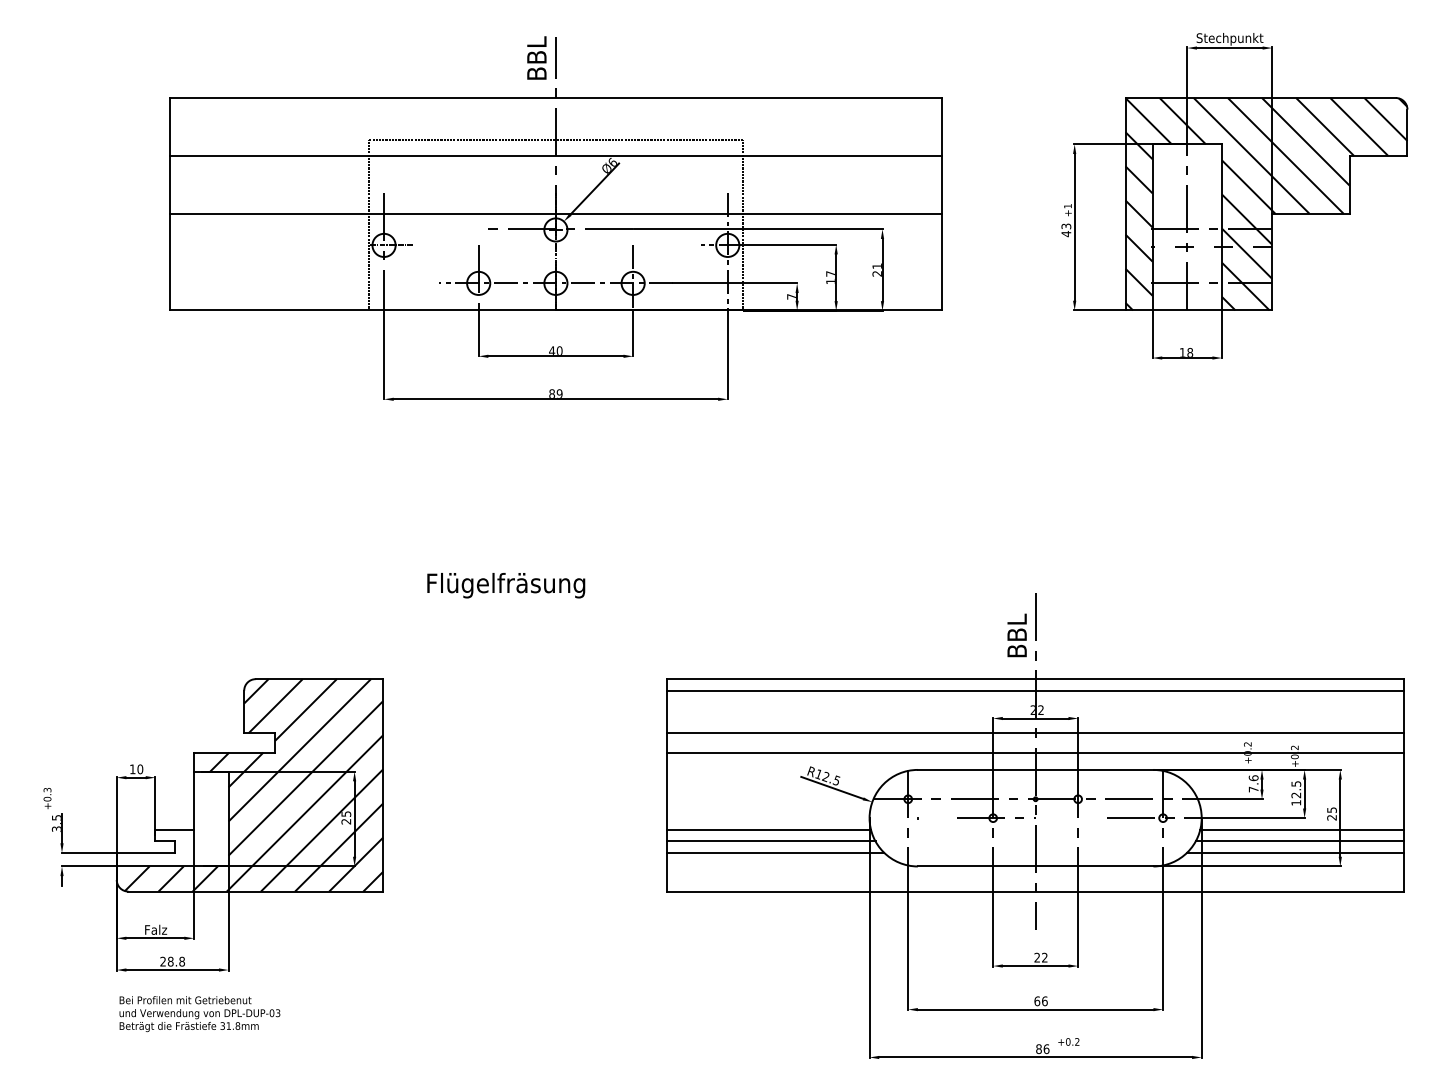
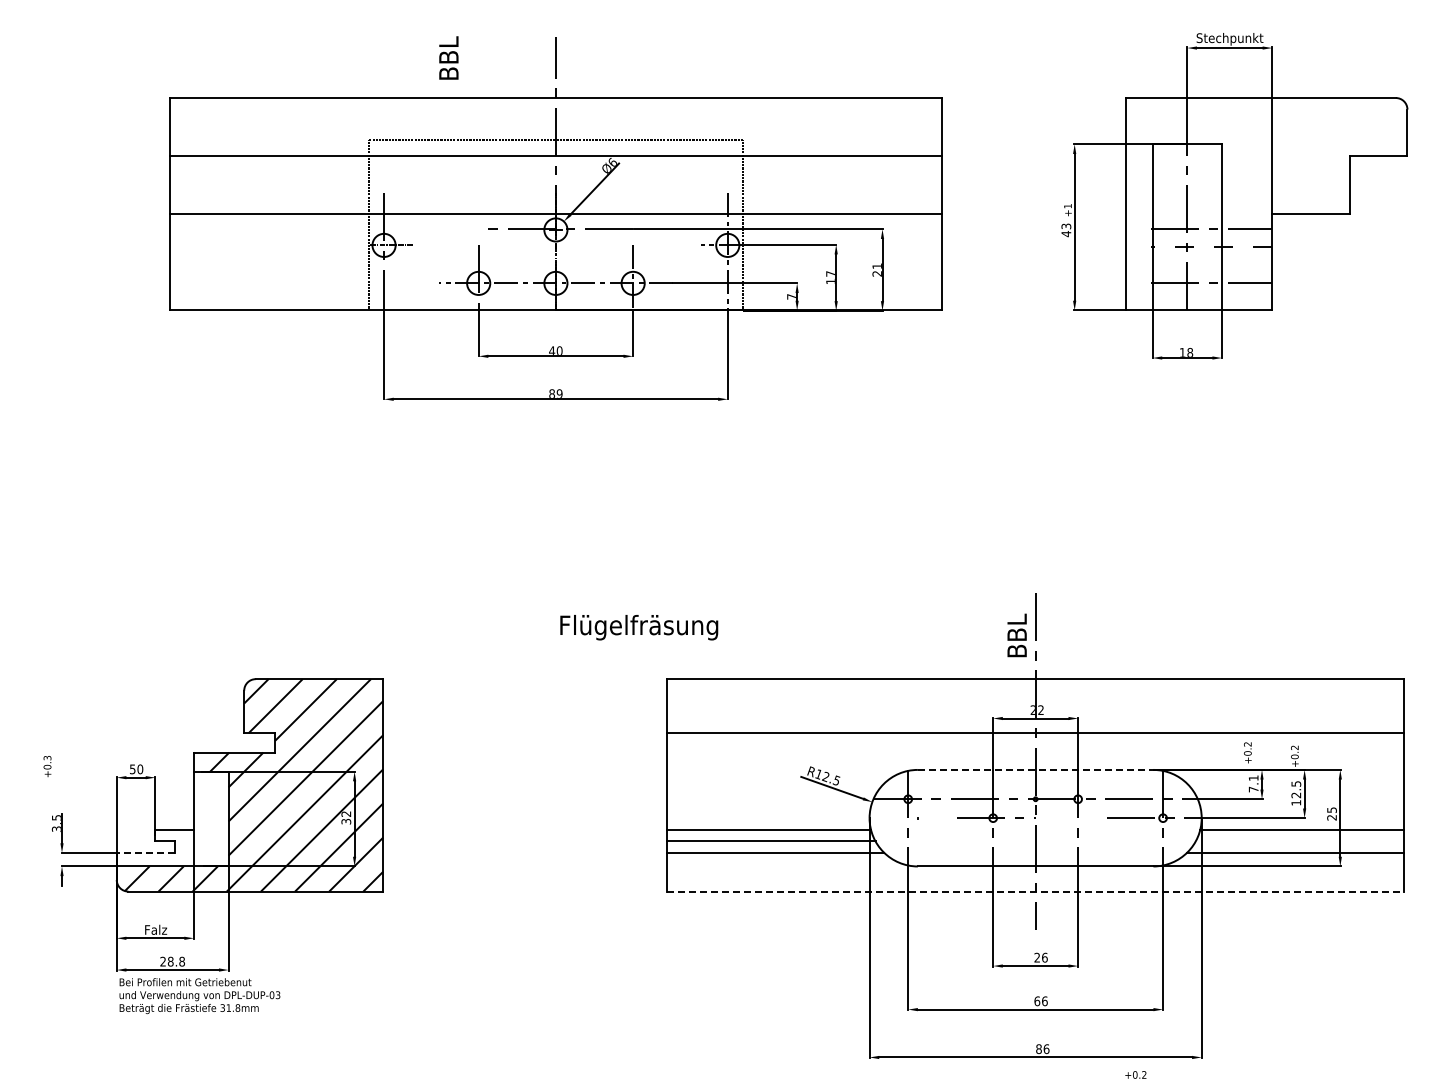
text at (536, 57) position: (536, 57) -> (448, 57)
hatch at (1266, 204): present -> none
text at (506, 585) position: (506, 585) -> (639, 627)
line at (1035, 690): present -> none
line at (1035, 752): present -> none
text at (132, 769): 10 -> 50
line at (1035, 769): solid -> dashed
text at (1253, 778): 7.6 -> 7.1
text at (47, 798) position: (47, 798) -> (47, 766)
text at (346, 817): 25 -> 32
line at (1299, 841): present -> none
line at (145, 852): solid -> dashed
line at (1036, 891): solid -> dashed
text at (1044, 957): 22 -> 26
text at (199, 1014) position: (199, 1014) -> (199, 996)
text at (1068, 1041) position: (1068, 1041) -> (1135, 1074)
